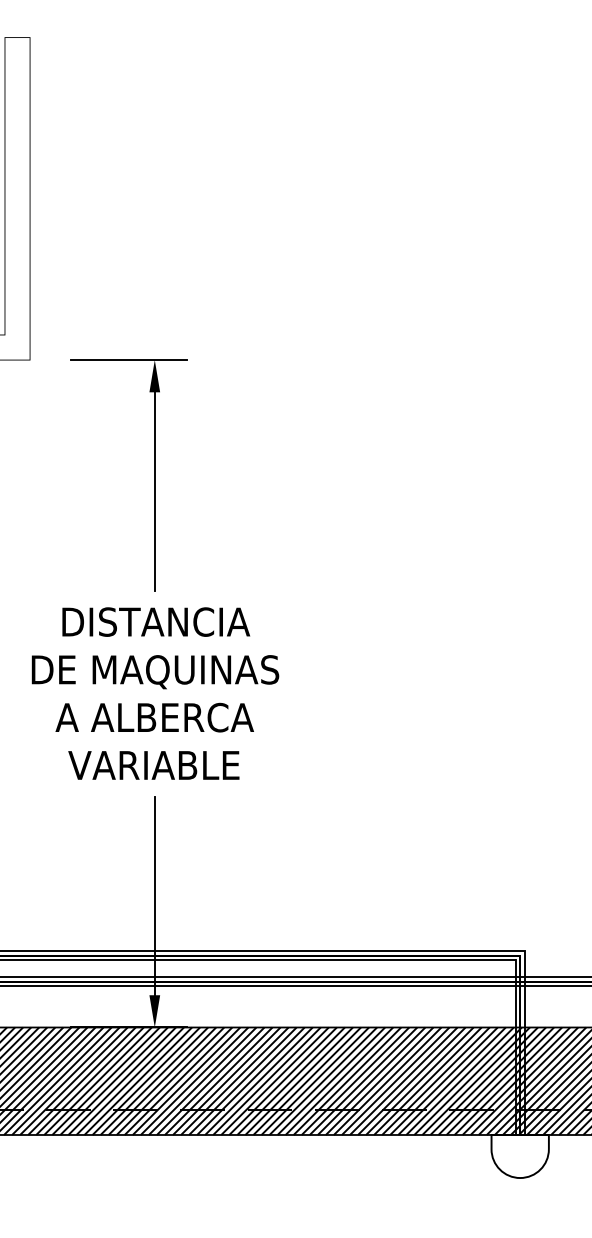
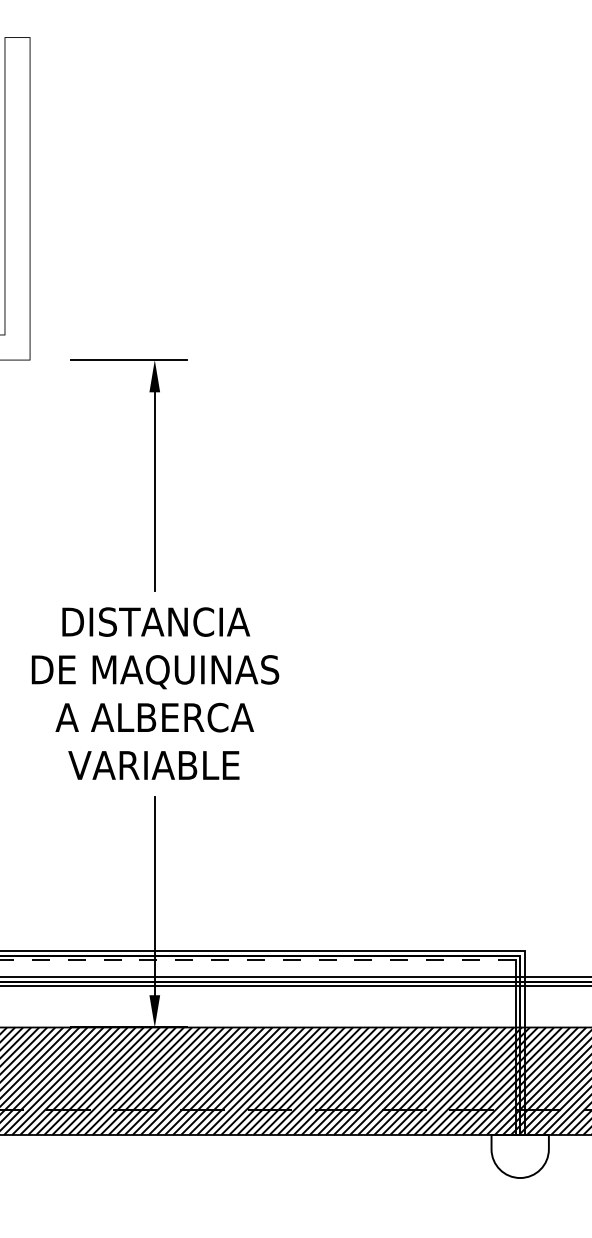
line at (257, 960): solid -> dashed
